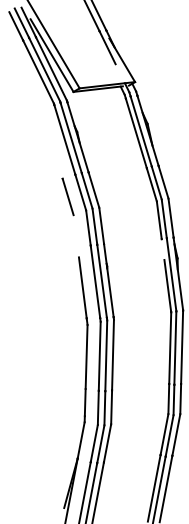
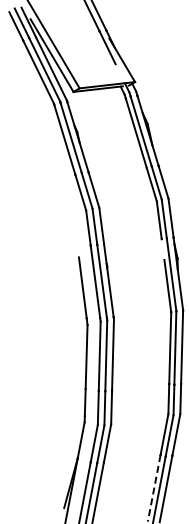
line at (67, 196): present -> none
line at (154, 488): solid -> dashed
